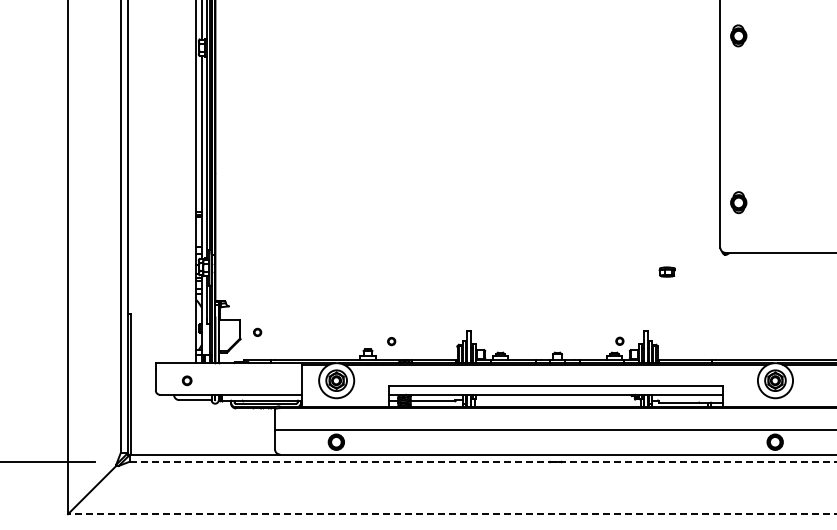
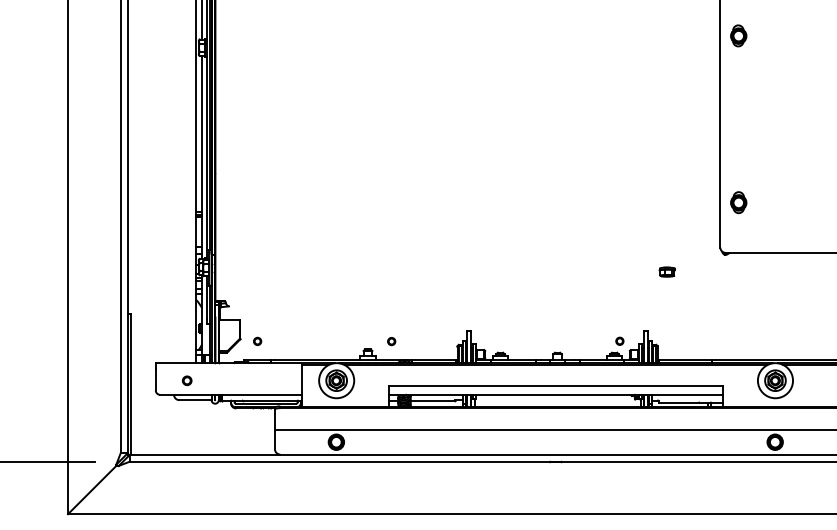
part at (257, 331) position: (257, 331) -> (257, 340)
line at (483, 461): dashed -> solid
line at (451, 514): dashed -> solid
